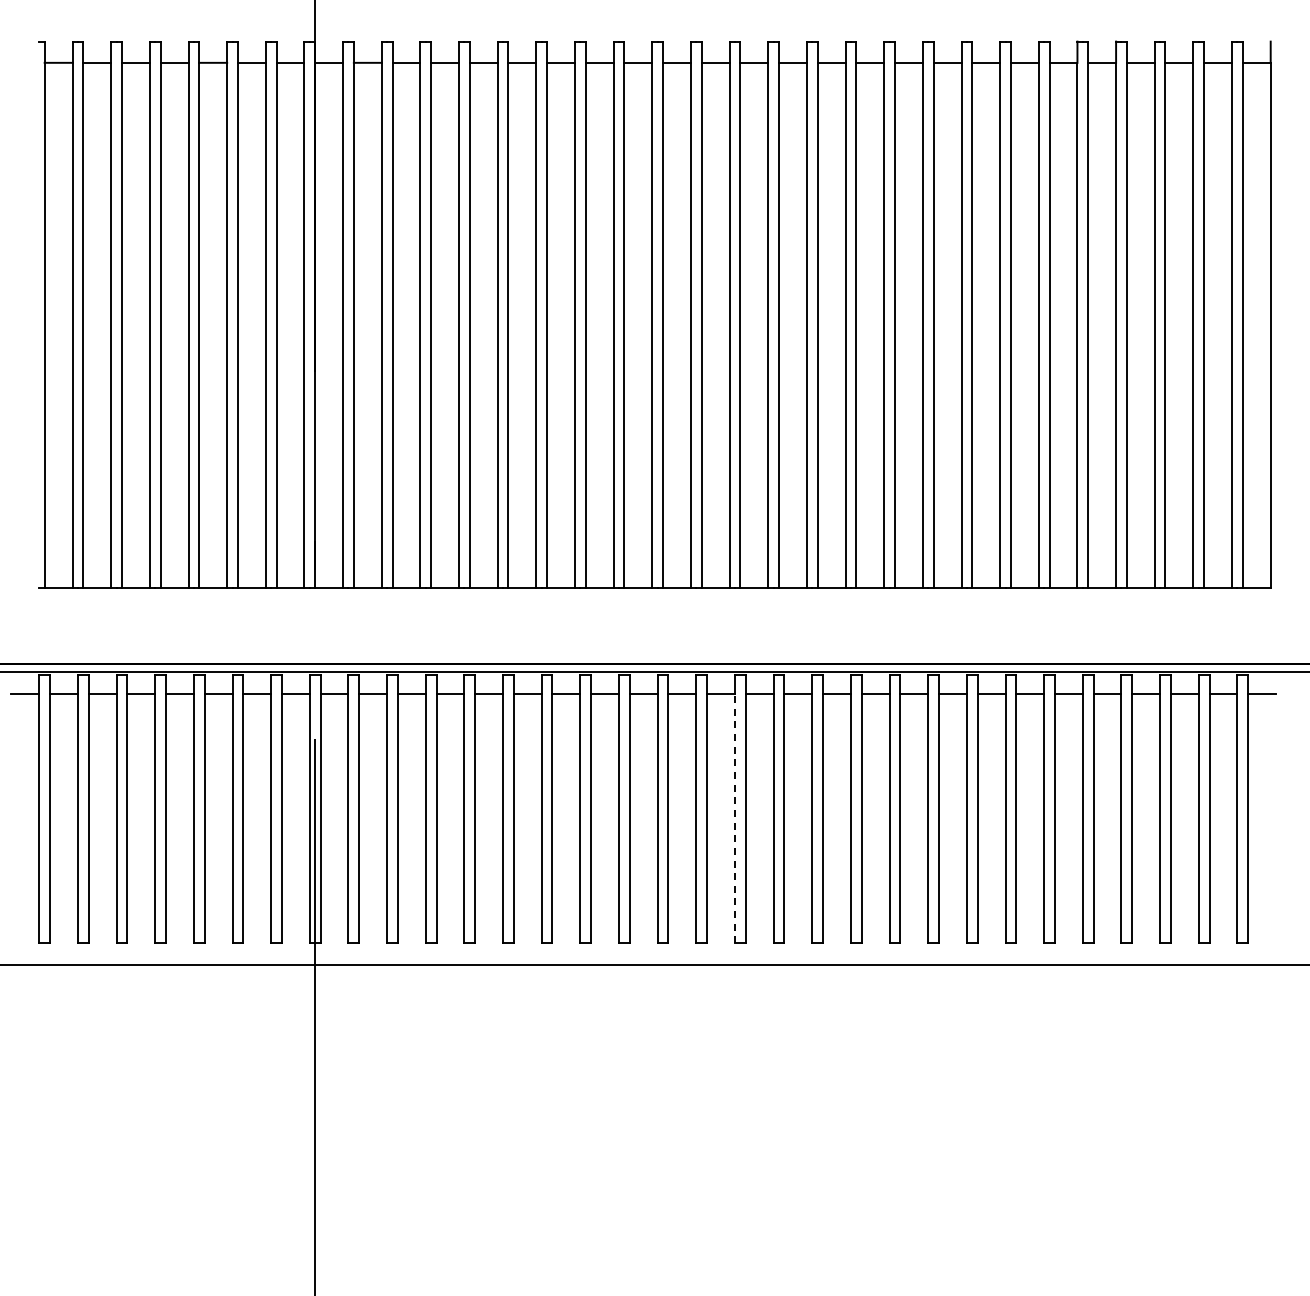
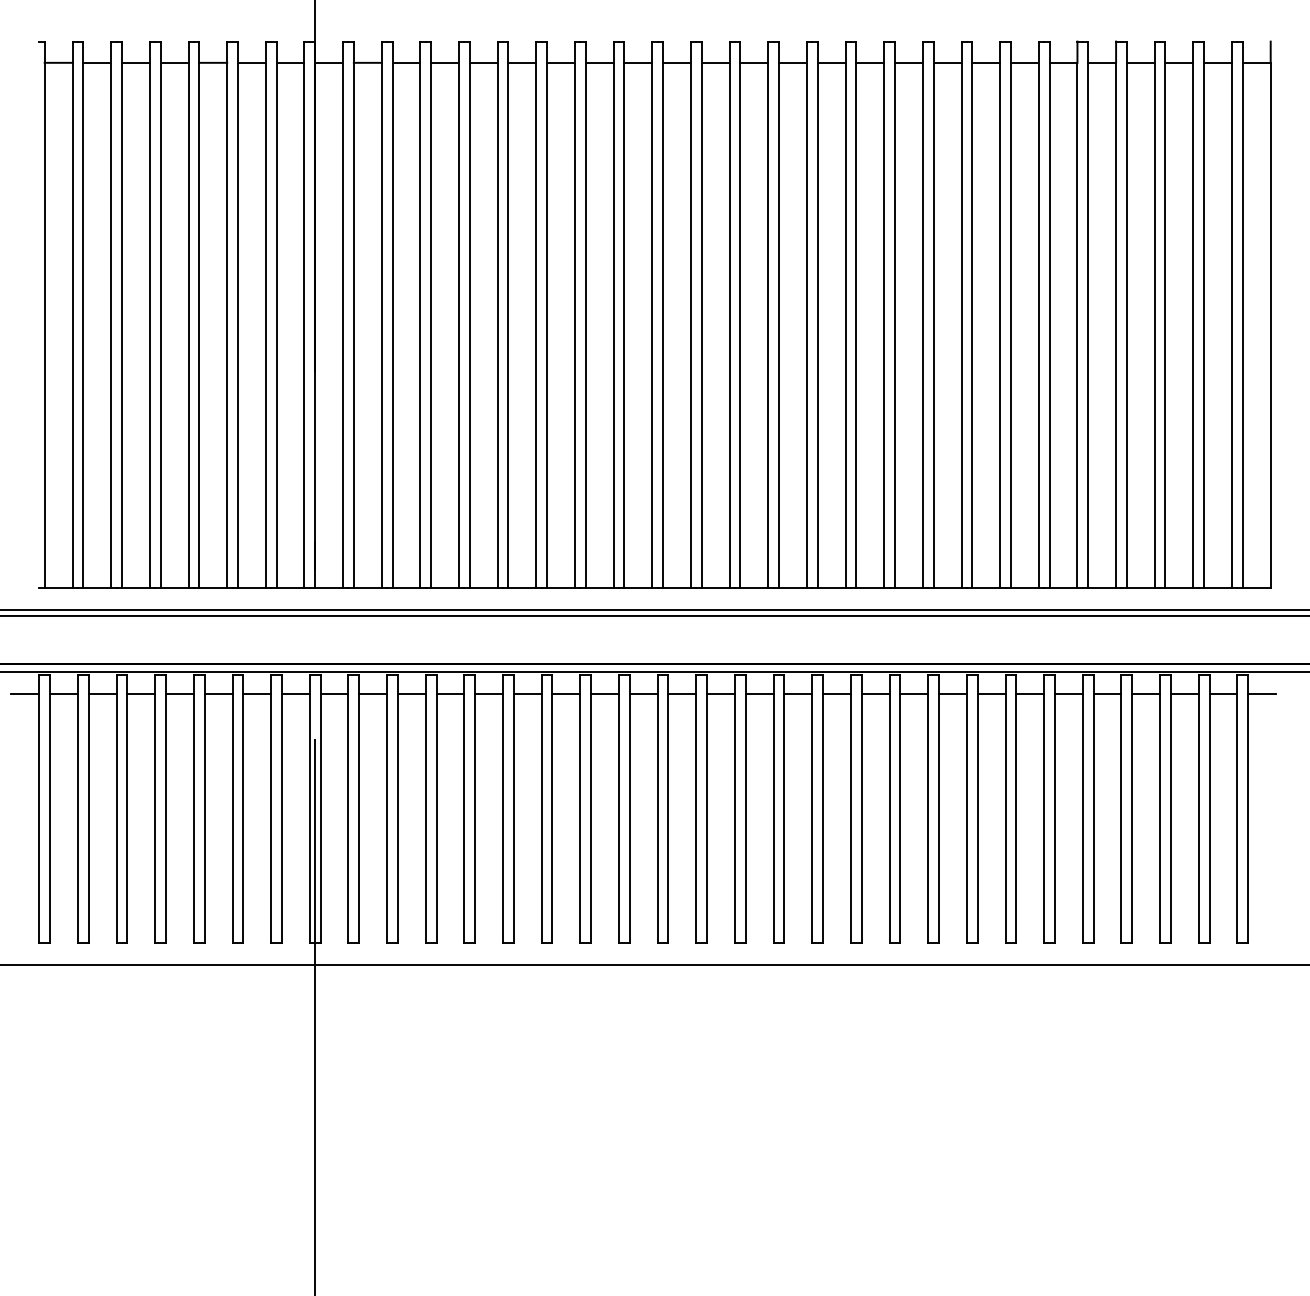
line at (654, 609): none -> present
line at (654, 615): none -> present
line at (734, 818): dashed -> solid
